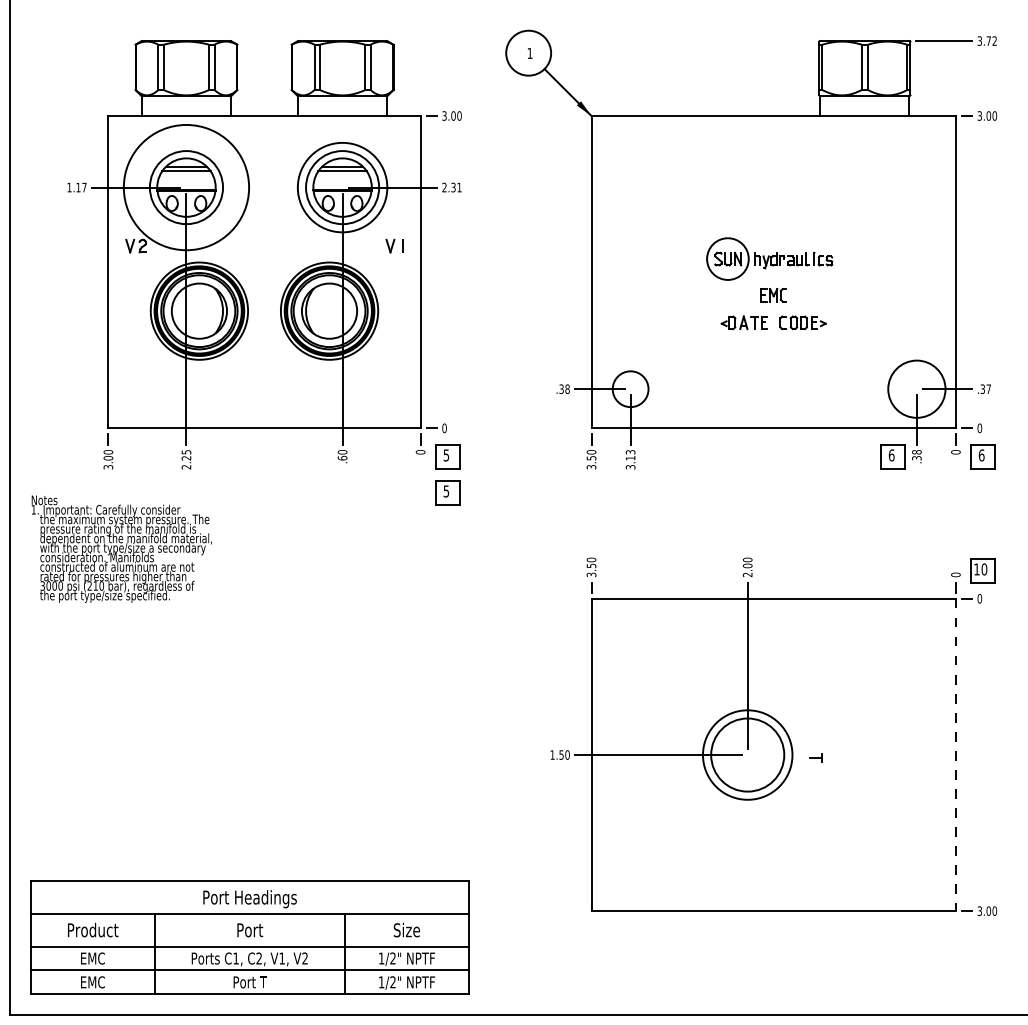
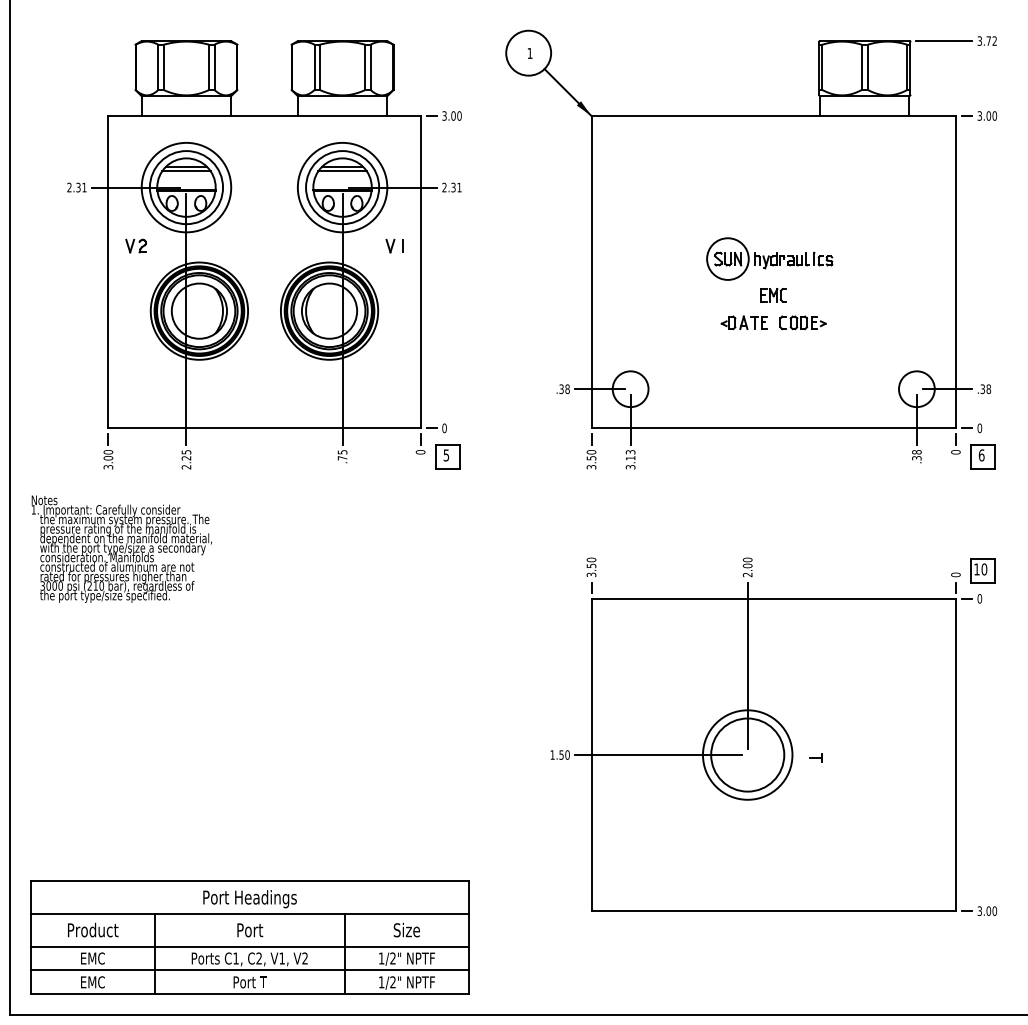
text at (76, 187): 1.17 -> 2.31
circle at (186, 187) diameter: 125 px -> 89 px
circle at (916, 388) diameter: 57 px -> 36 px
text at (988, 389): .37 -> .38
text at (342, 455): .60 -> .75
part at (892, 456): present -> none
part at (447, 492): present -> none
line at (955, 755): dashed -> solid
